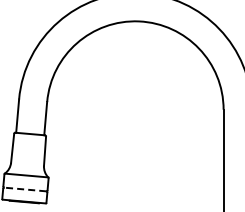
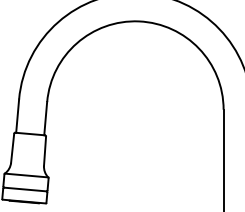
line at (25, 189): dashed -> solid
